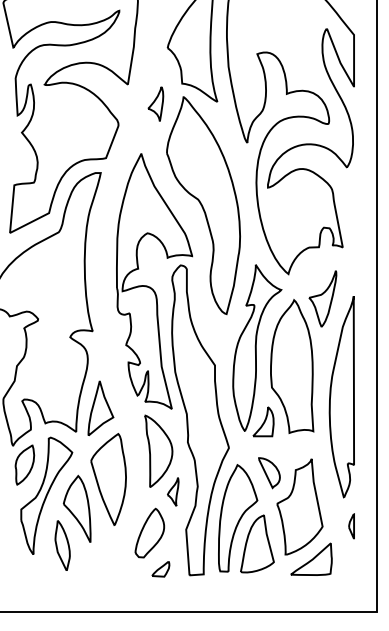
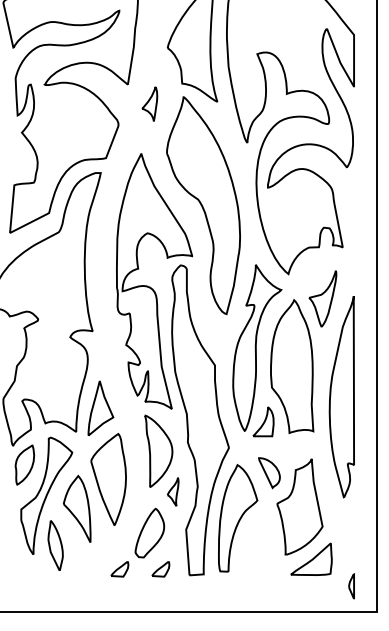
part at (155, 103) position: (155, 103) -> (149, 103)
part at (351, 526) position: (351, 526) -> (351, 586)
part at (257, 543): present -> none
part at (62, 545) position: (62, 545) -> (55, 545)
part at (119, 569): none -> present
